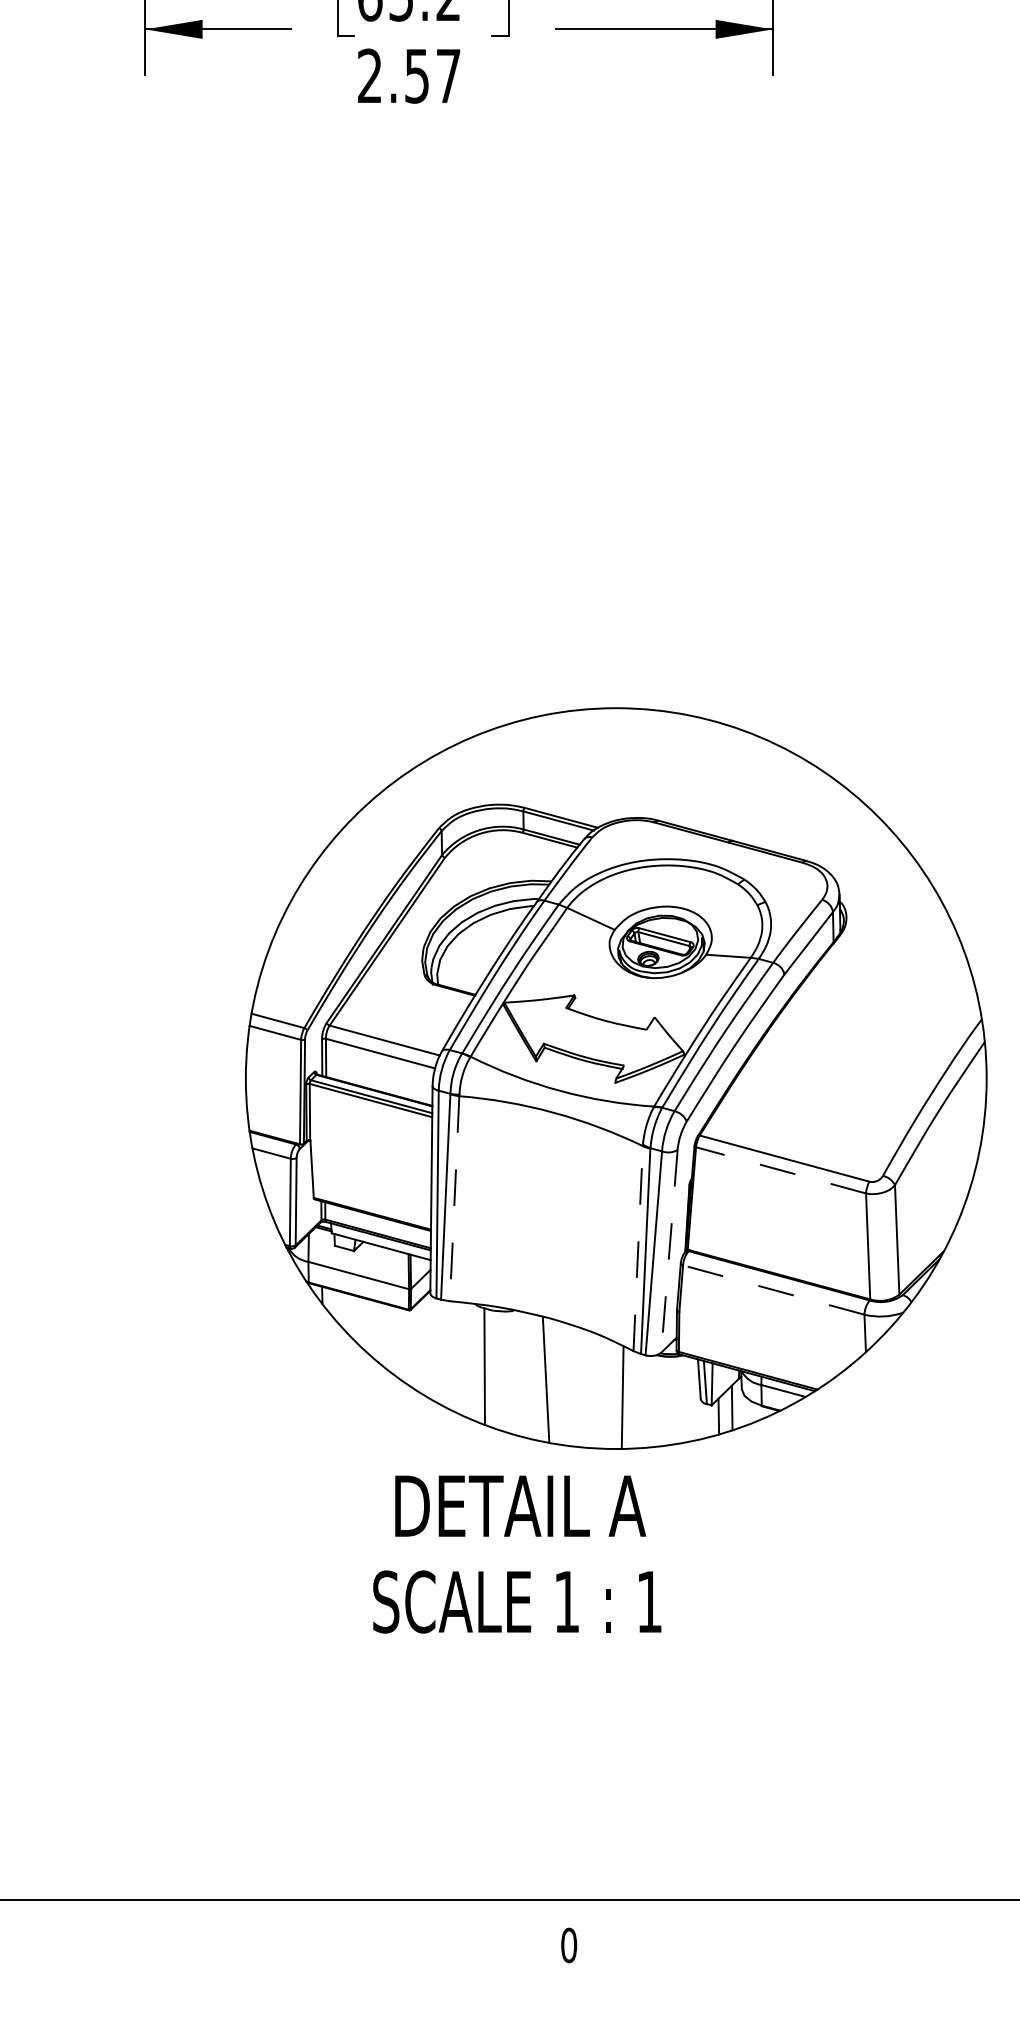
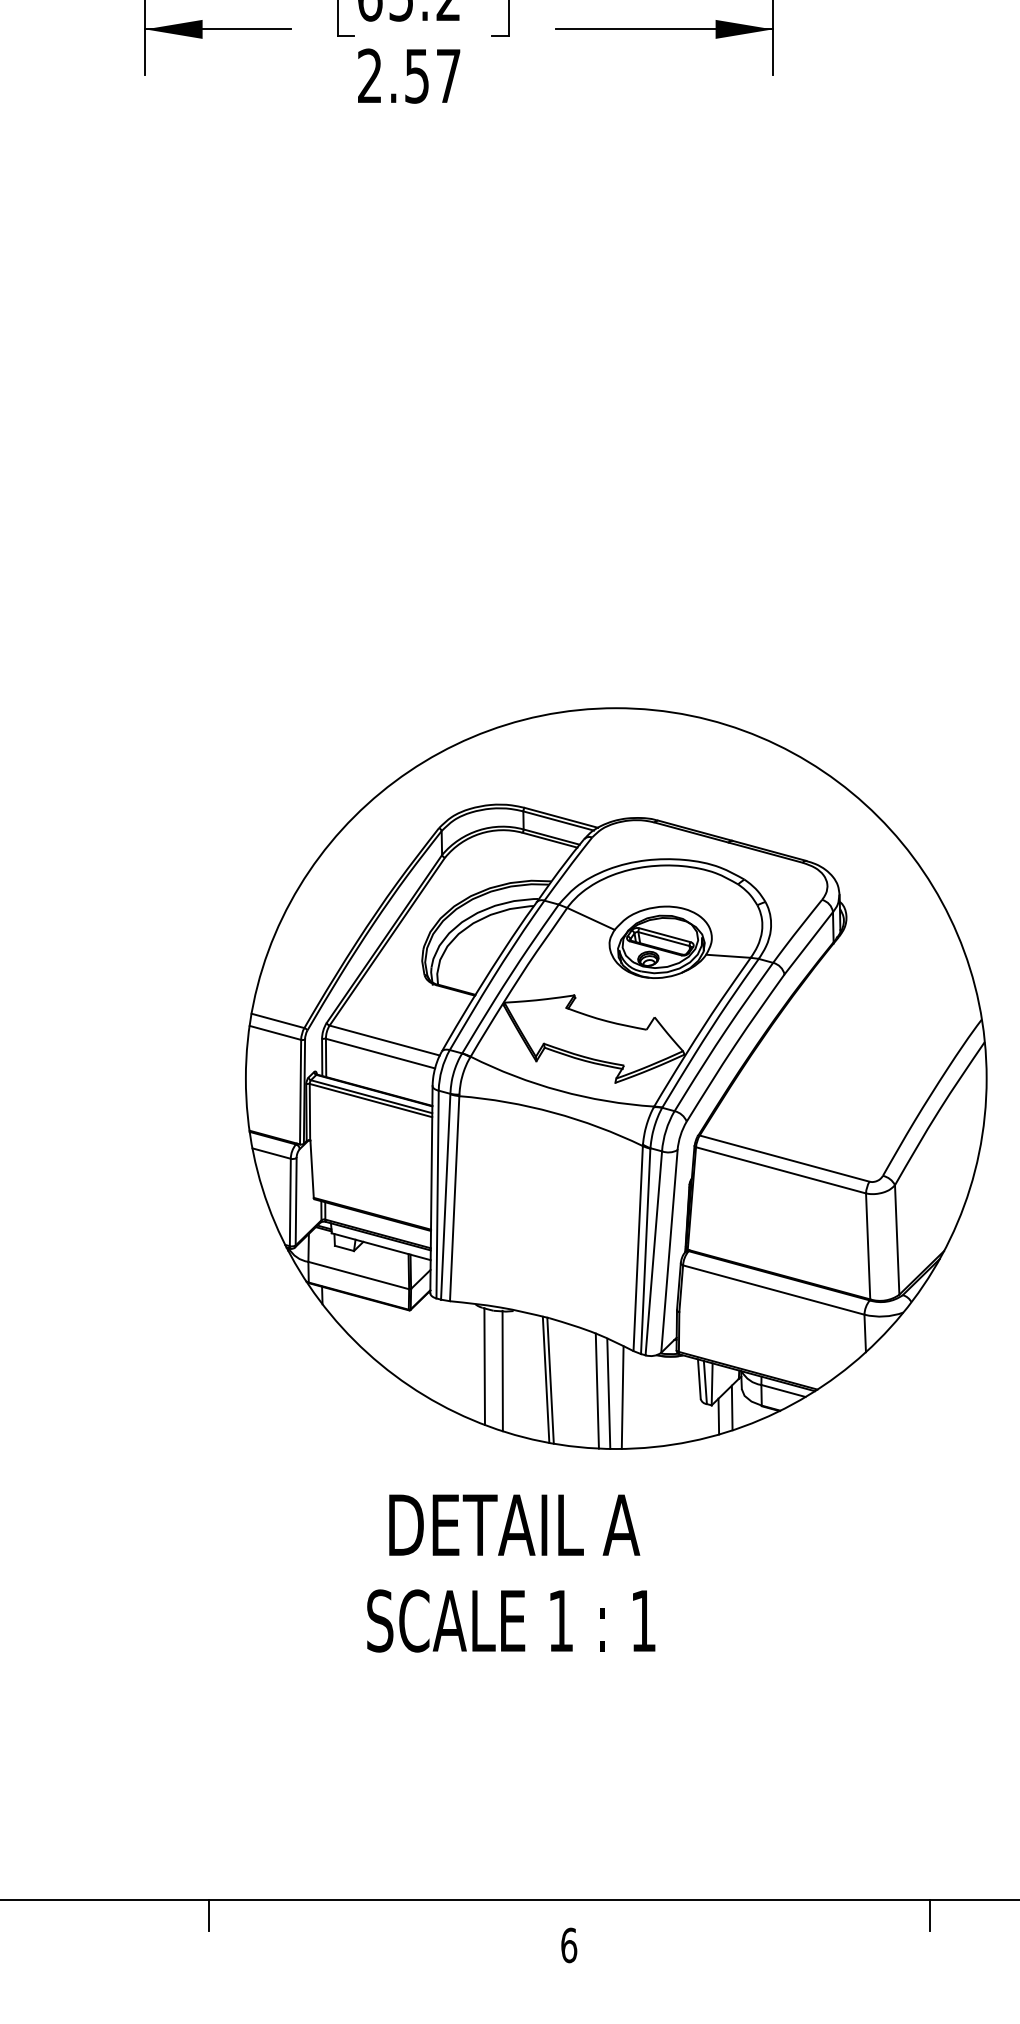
line at (780, 1170): dashed -> solid
line at (454, 1198): dashed -> solid
line at (638, 1248): dashed -> solid
line at (669, 1251): dashed -> solid
line at (773, 1290): dashed -> solid
line at (502, 1370): none -> present
line at (550, 1380): none -> present
line at (596, 1390): none -> present
line at (608, 1393): none -> present
text at (517, 1554) position: (517, 1554) -> (511, 1573)
line at (209, 1914): none -> present
line at (930, 1914): none -> present
text at (569, 1944): 0 -> 6
